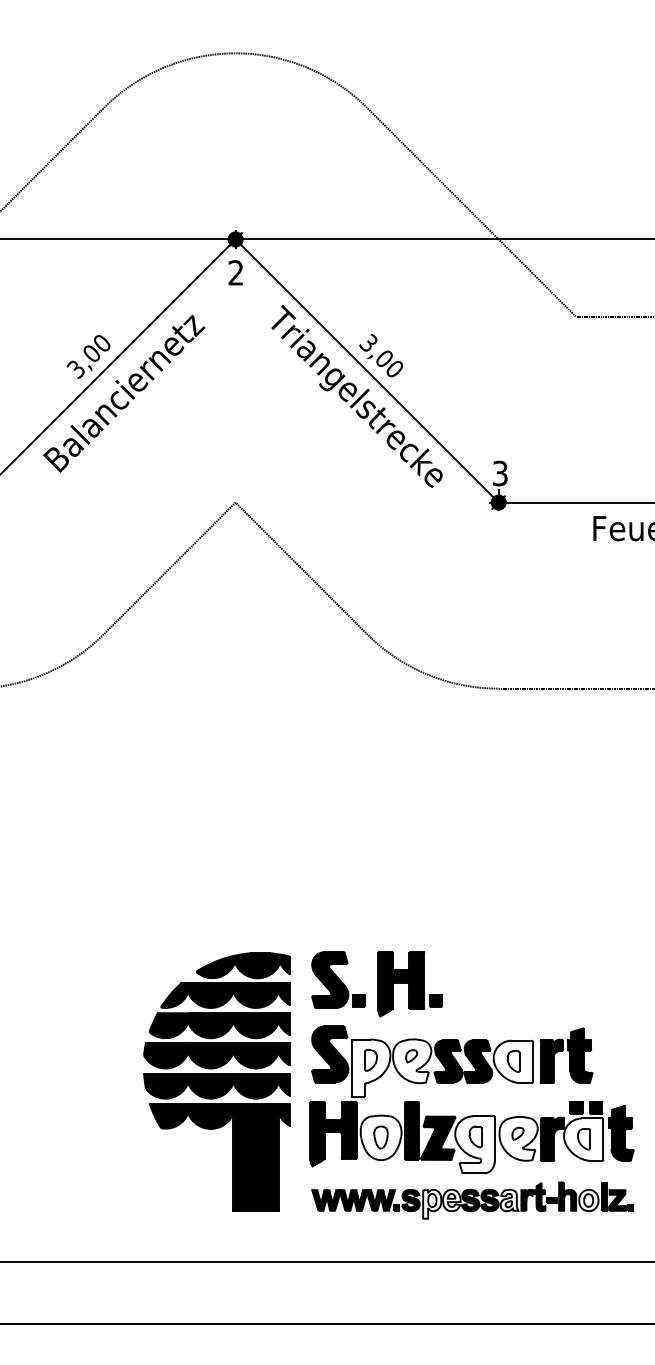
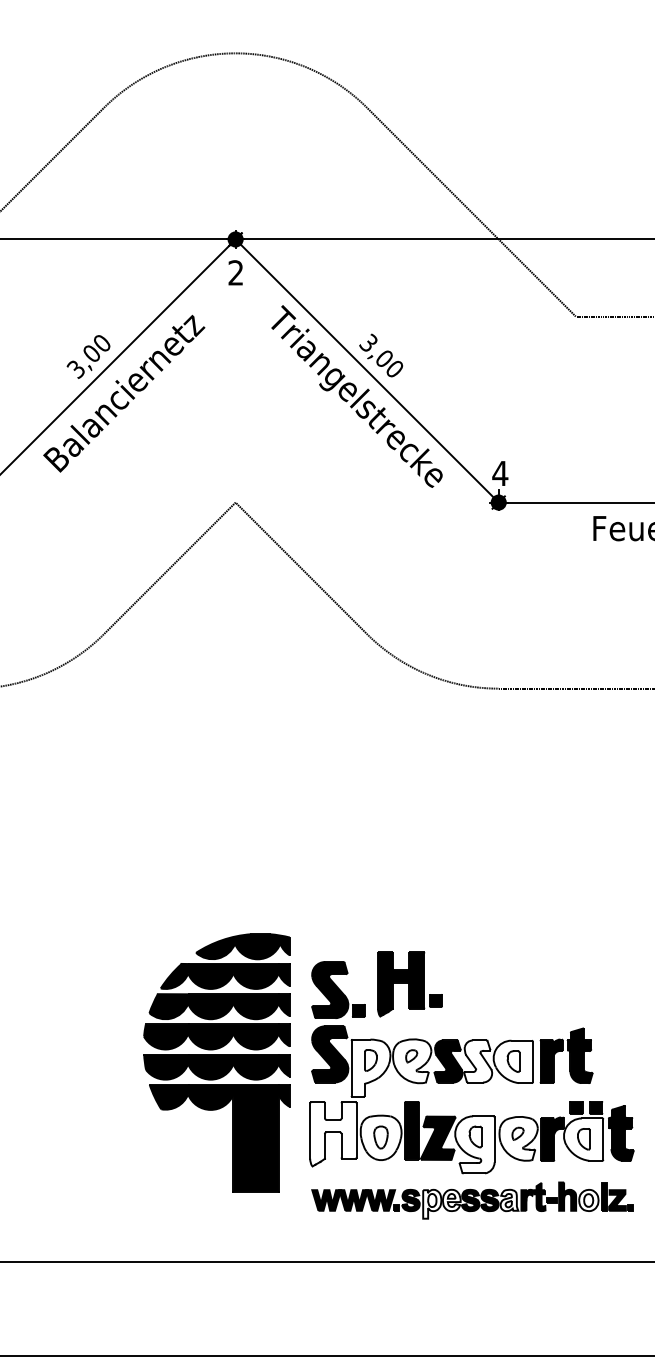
text at (500, 473): 3 -> 4
part at (338, 979) position: (338, 979) -> (338, 989)
fill at (478, 1061): present -> none
part at (216, 1081) position: (216, 1081) -> (216, 1062)
fill at (333, 1134): present -> none
line at (326, 1324) position: (326, 1324) -> (326, 1356)
